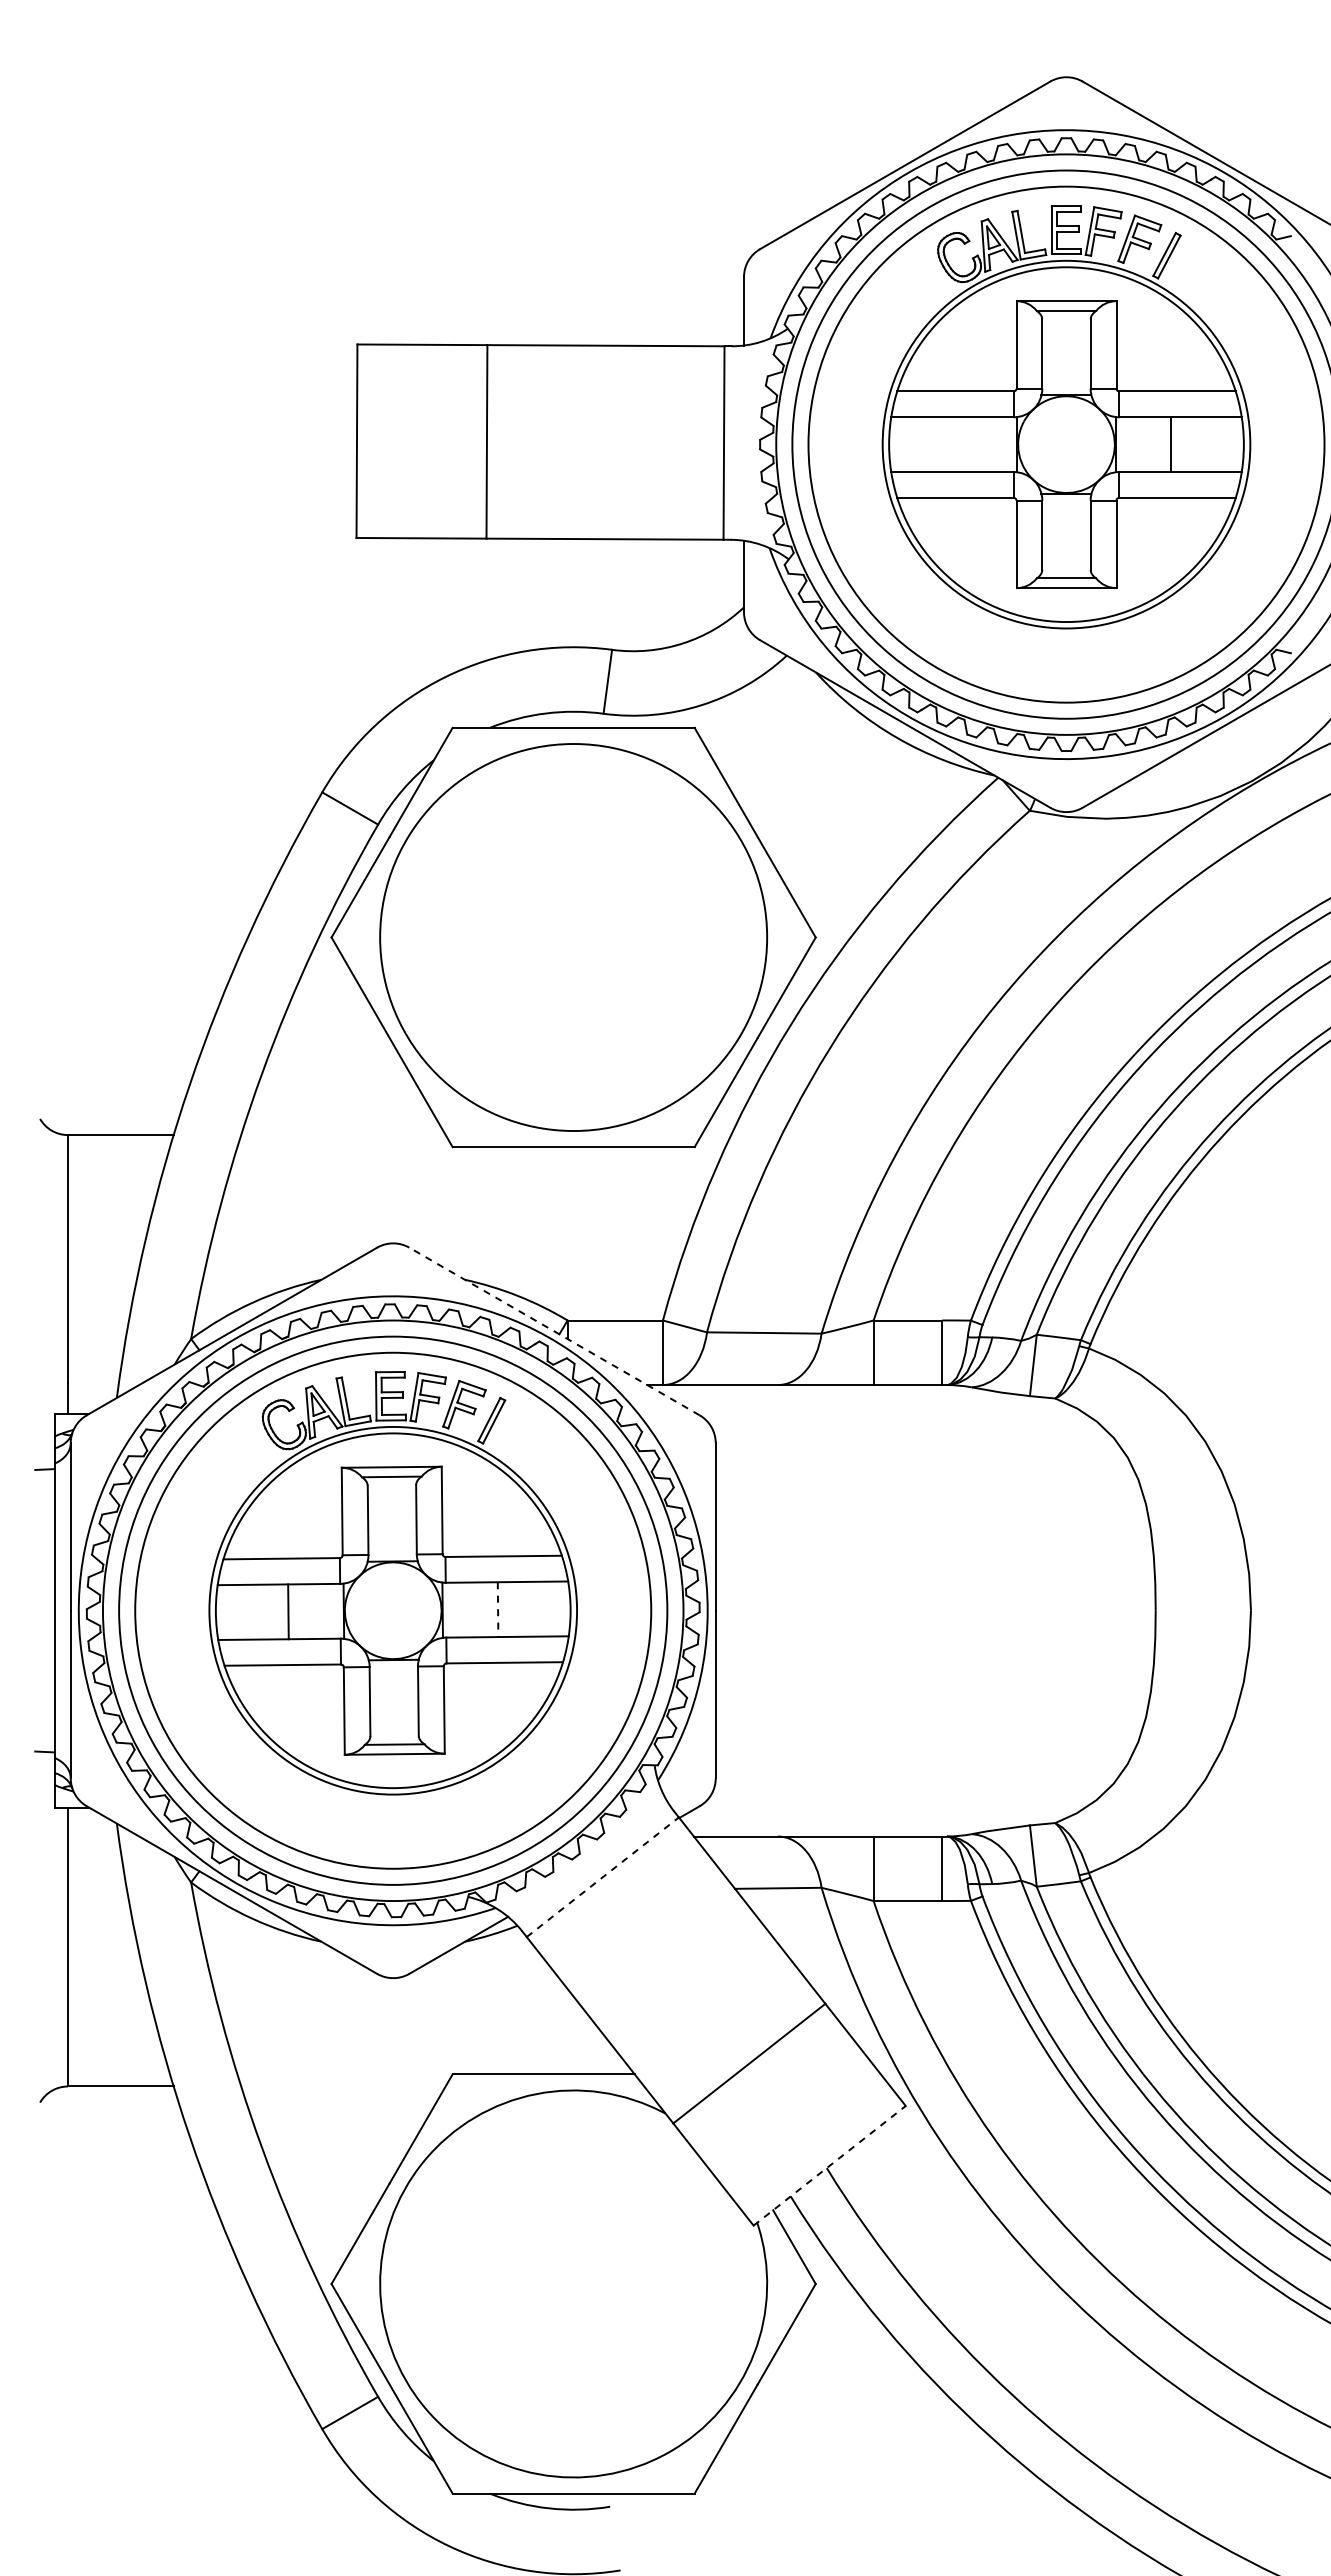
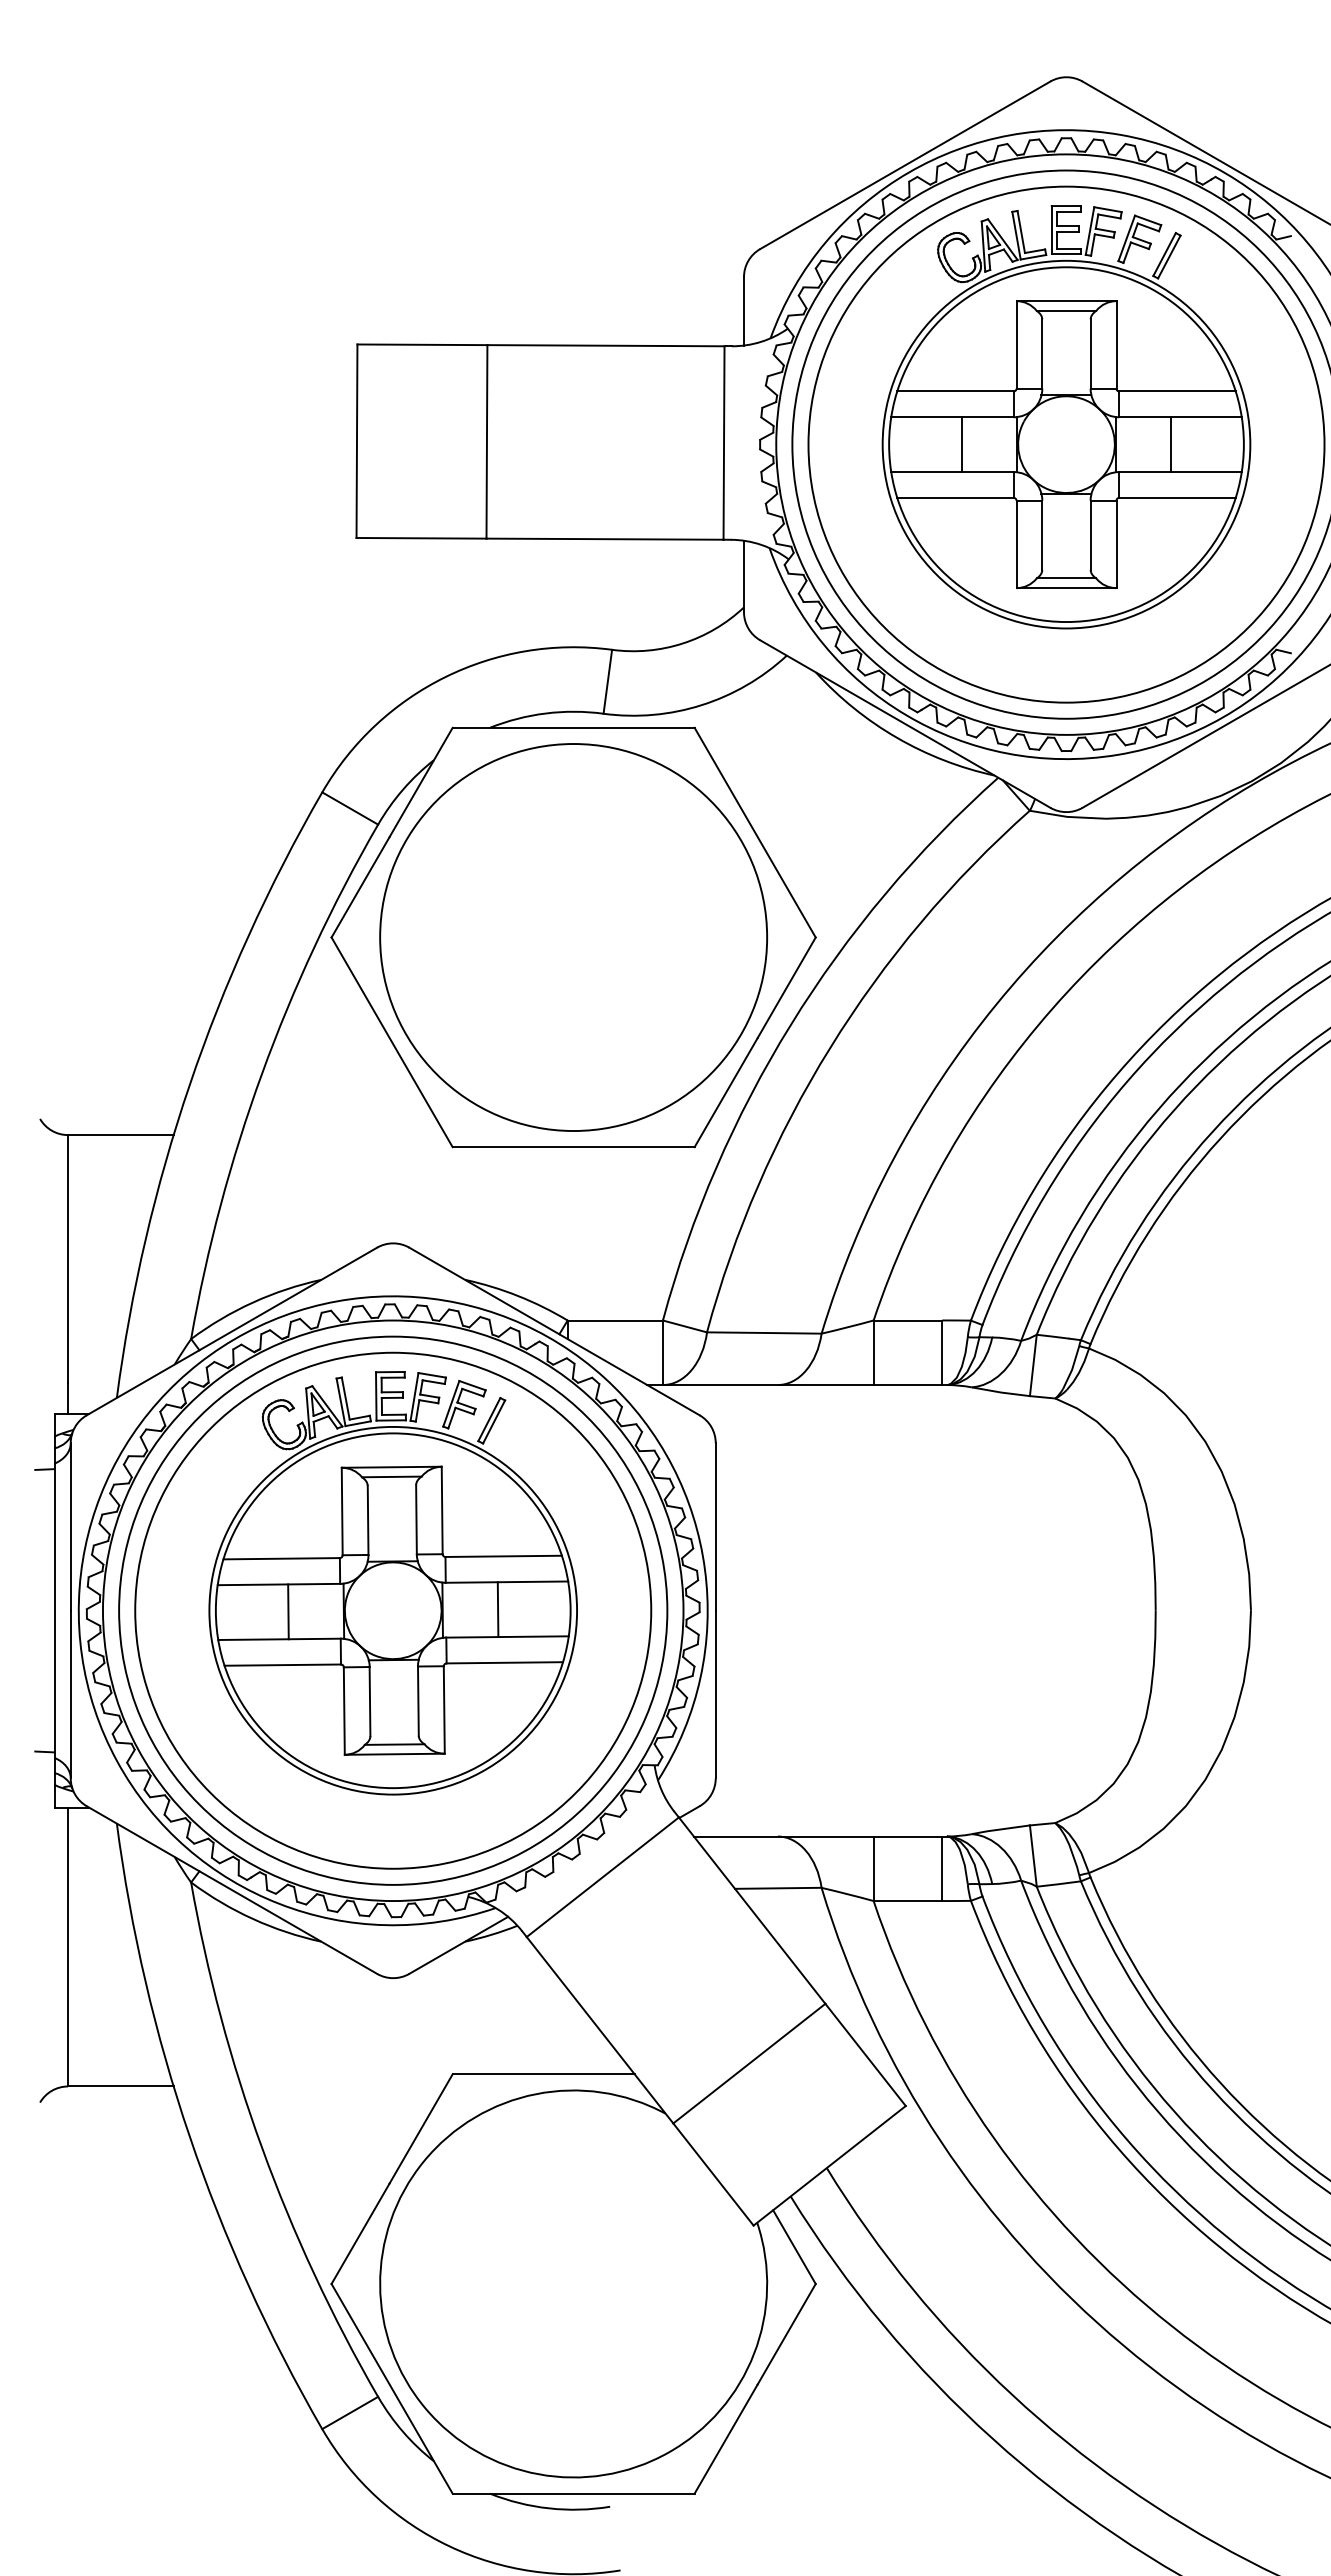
line at (961, 444): none -> present
line at (554, 1331): dashed -> solid
line at (498, 1610): dashed -> solid
line at (602, 1877): dashed -> solid
line at (829, 2165): dashed -> solid
